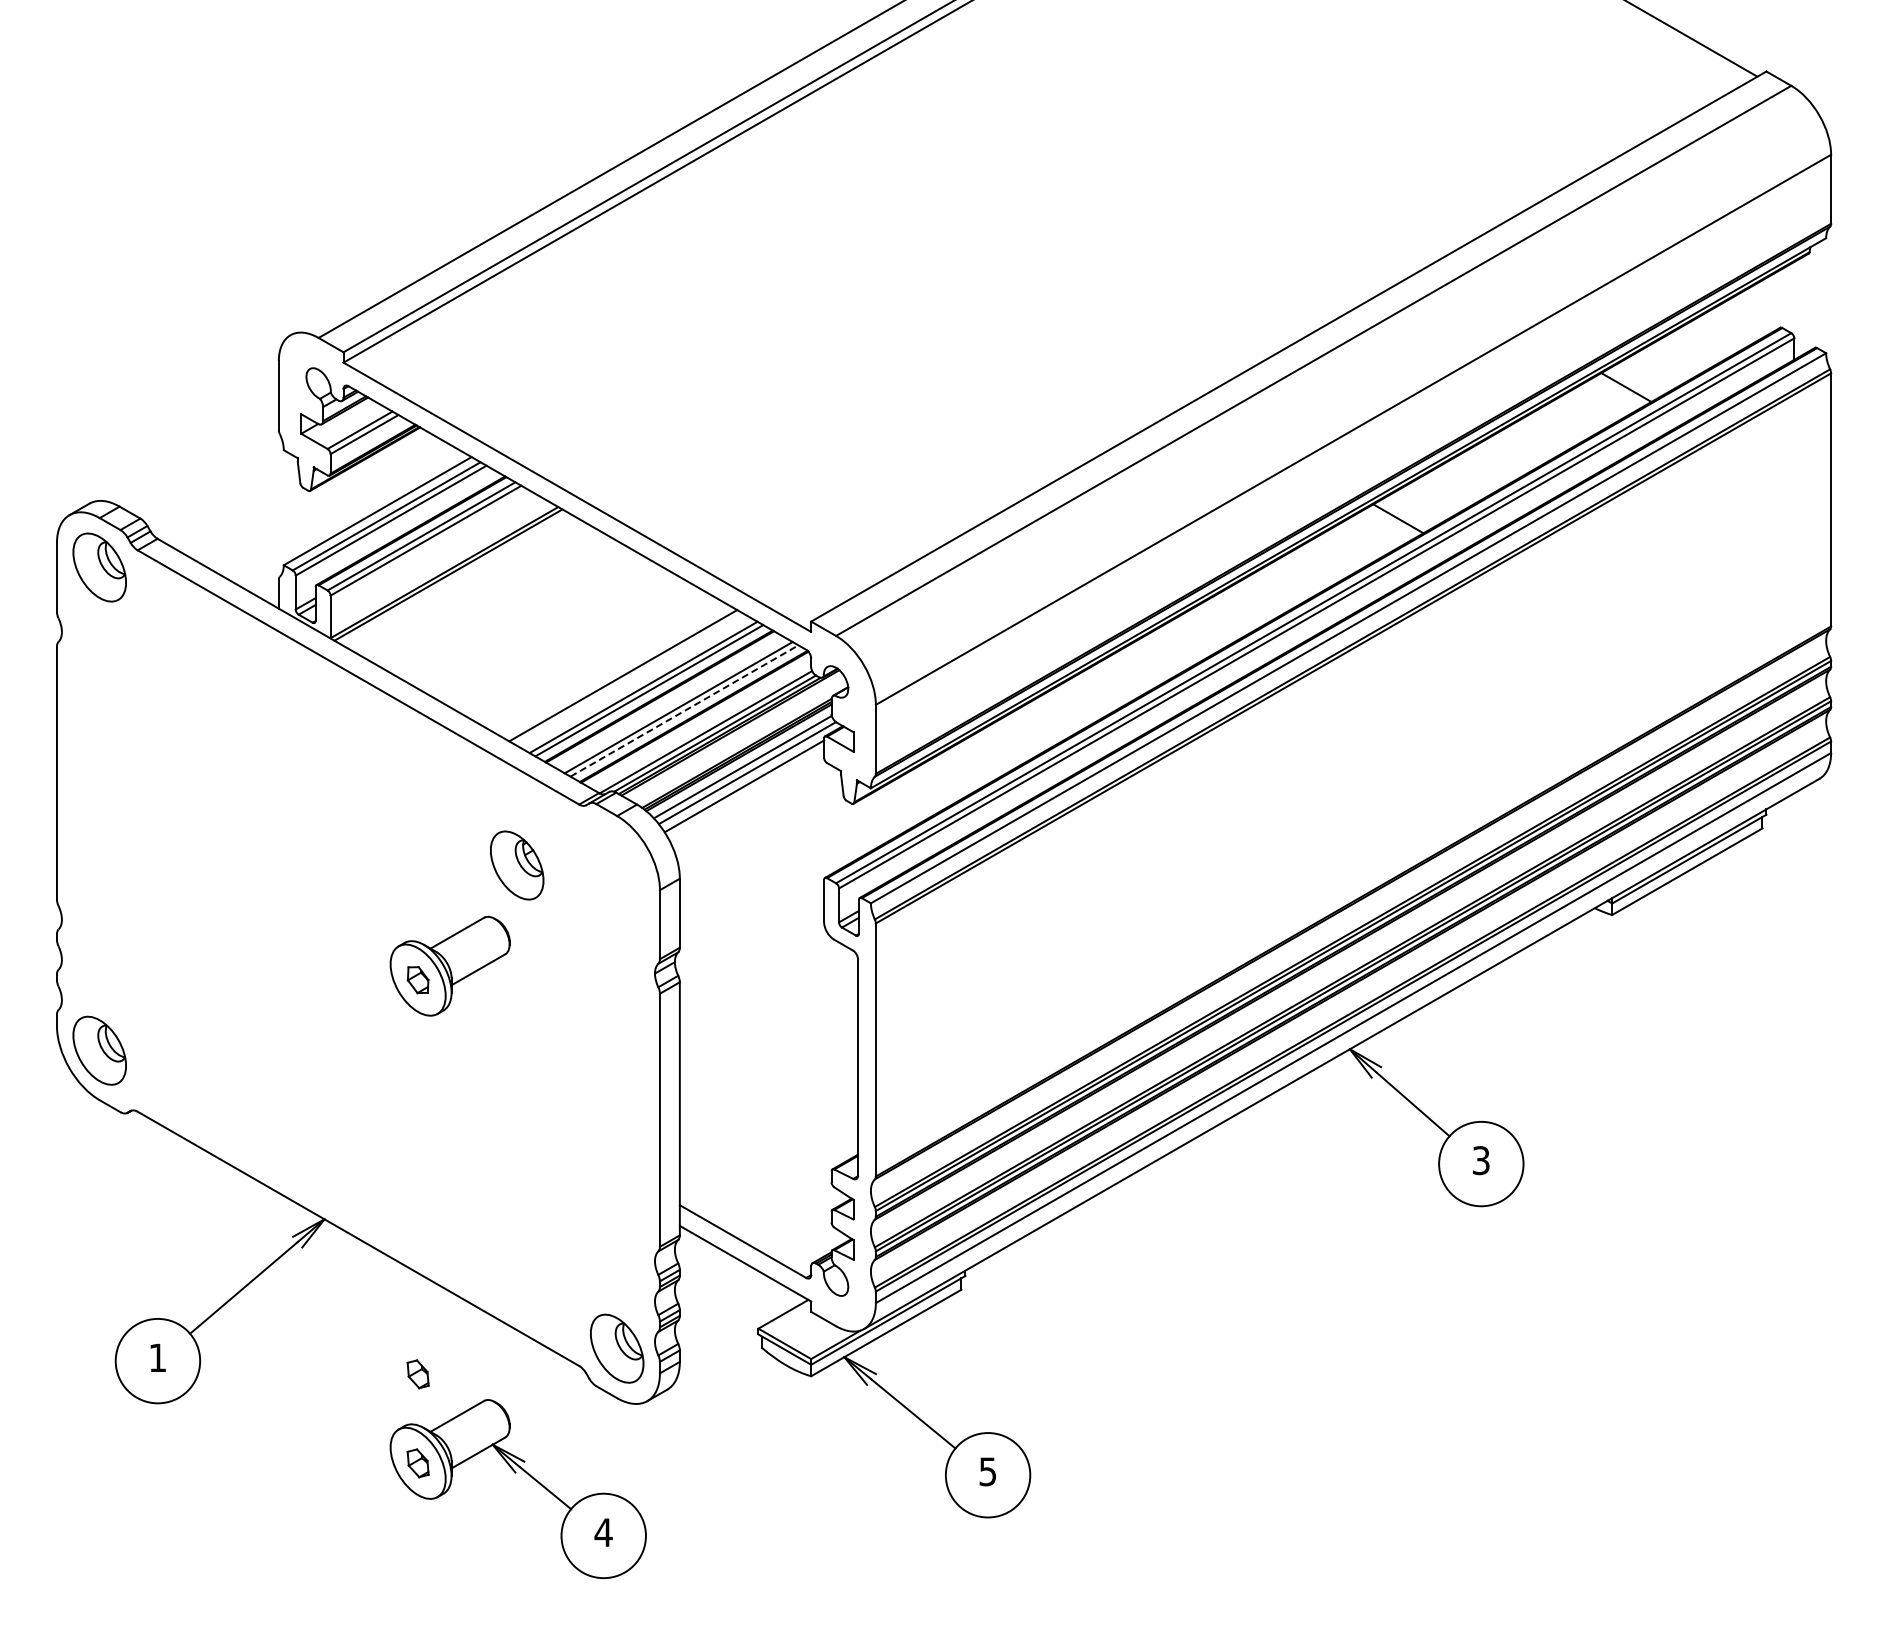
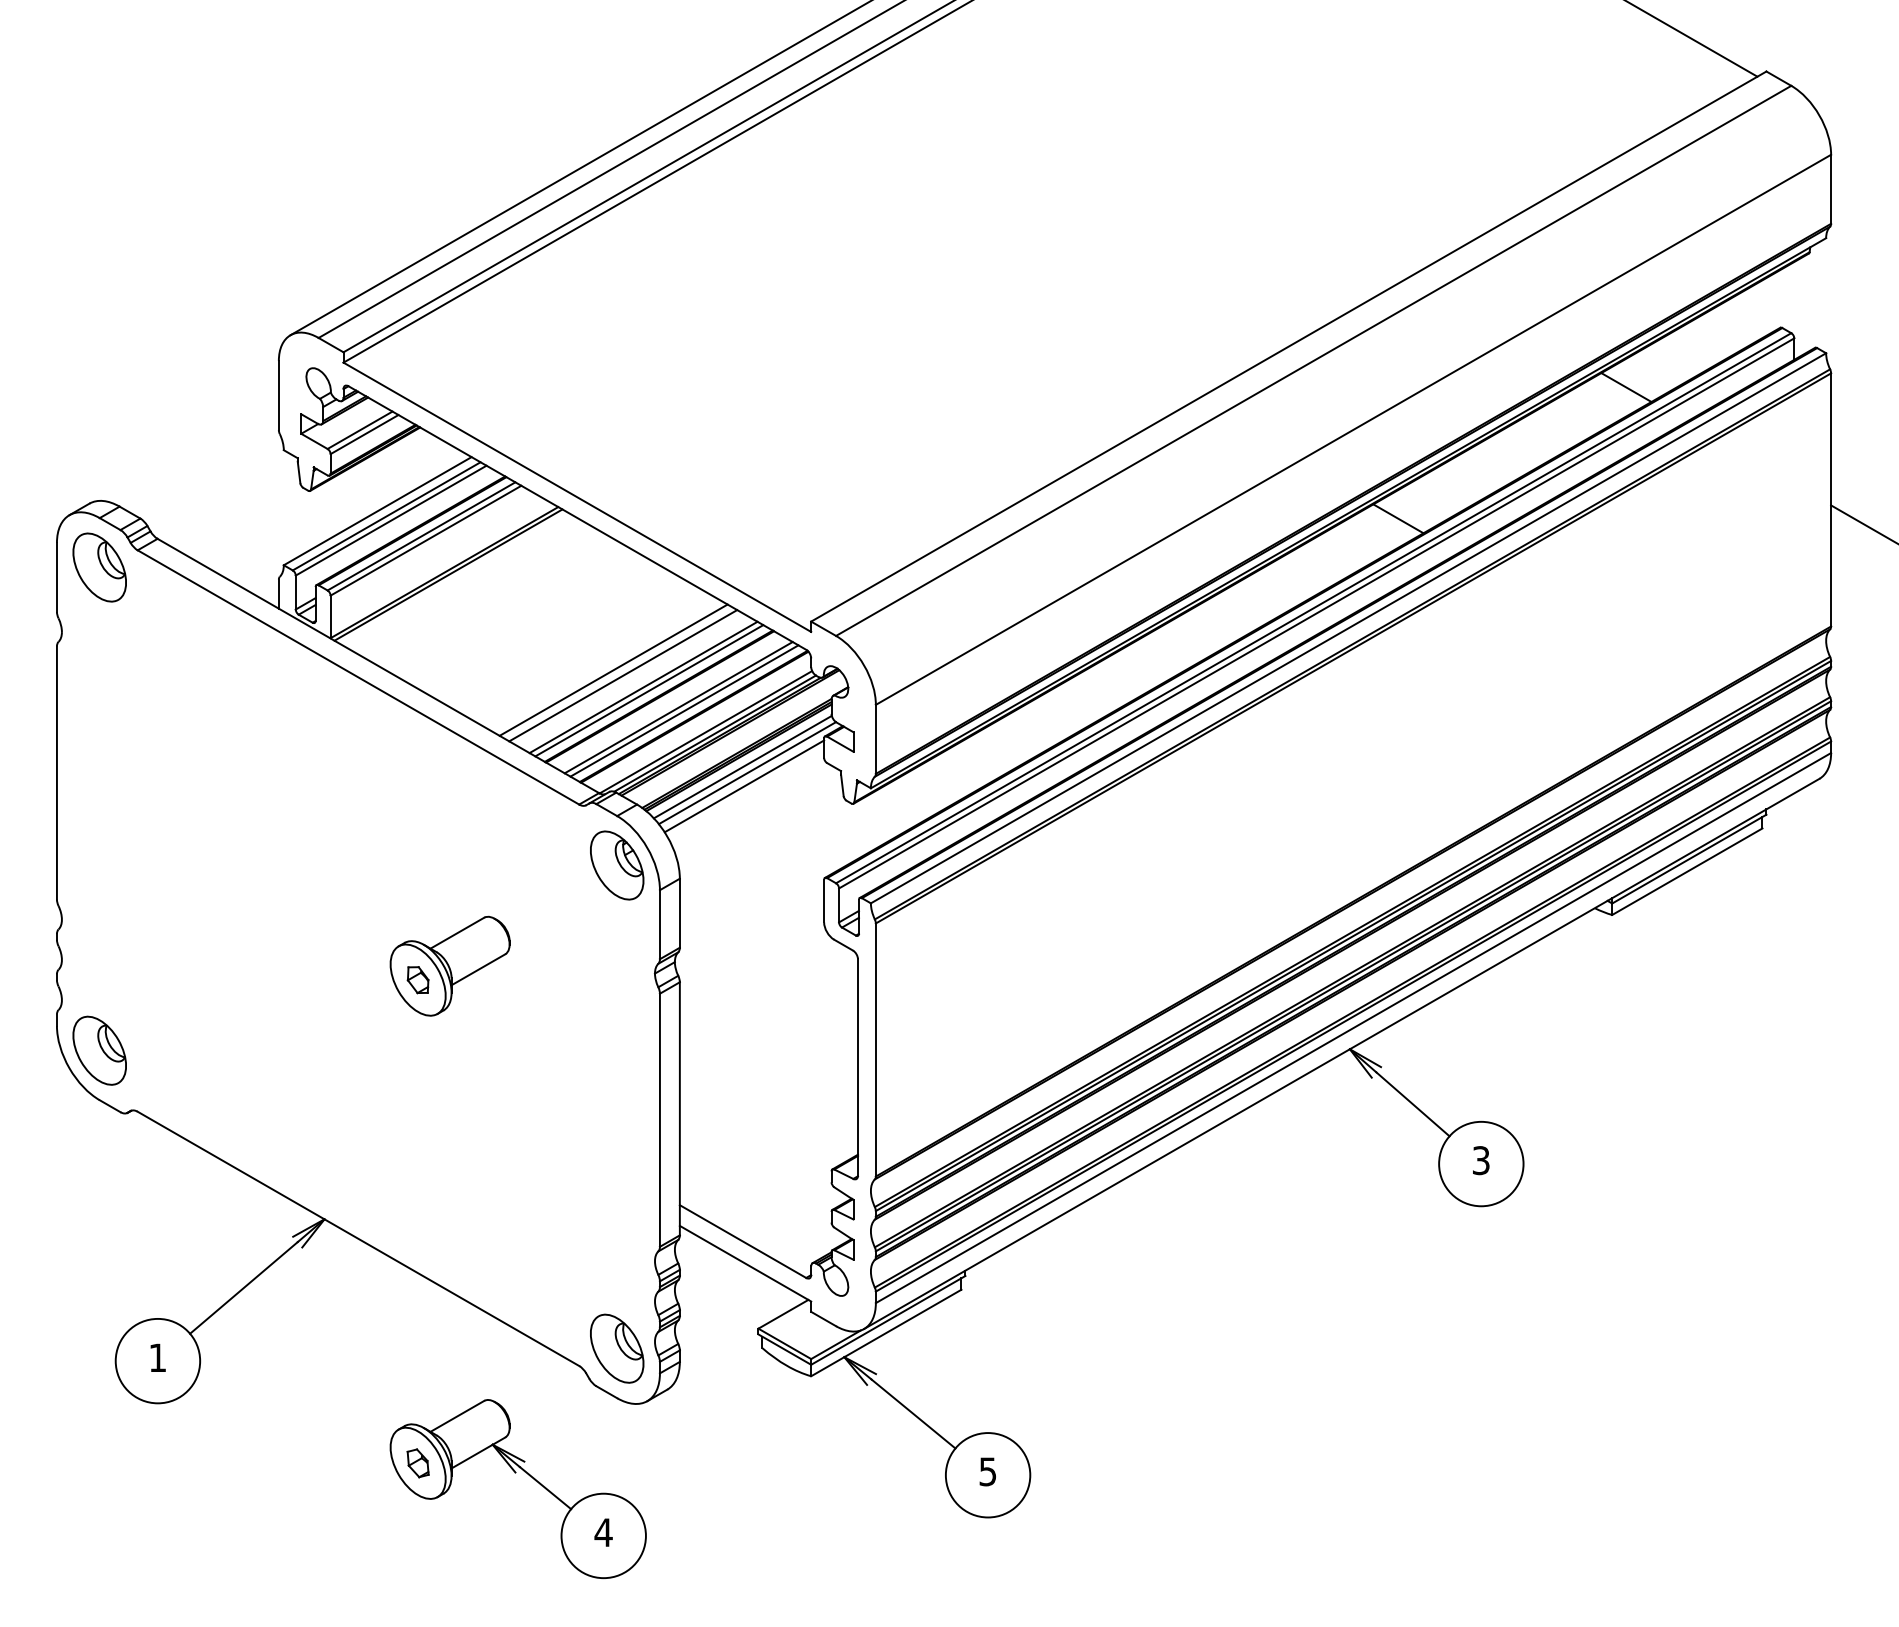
line at (579, 168): none -> present
line at (1863, 523): none -> present
line at (613, 669): none -> present
line at (684, 710): dashed -> solid
part at (517, 865) position: (517, 865) -> (617, 865)
part at (417, 1374): present -> none
